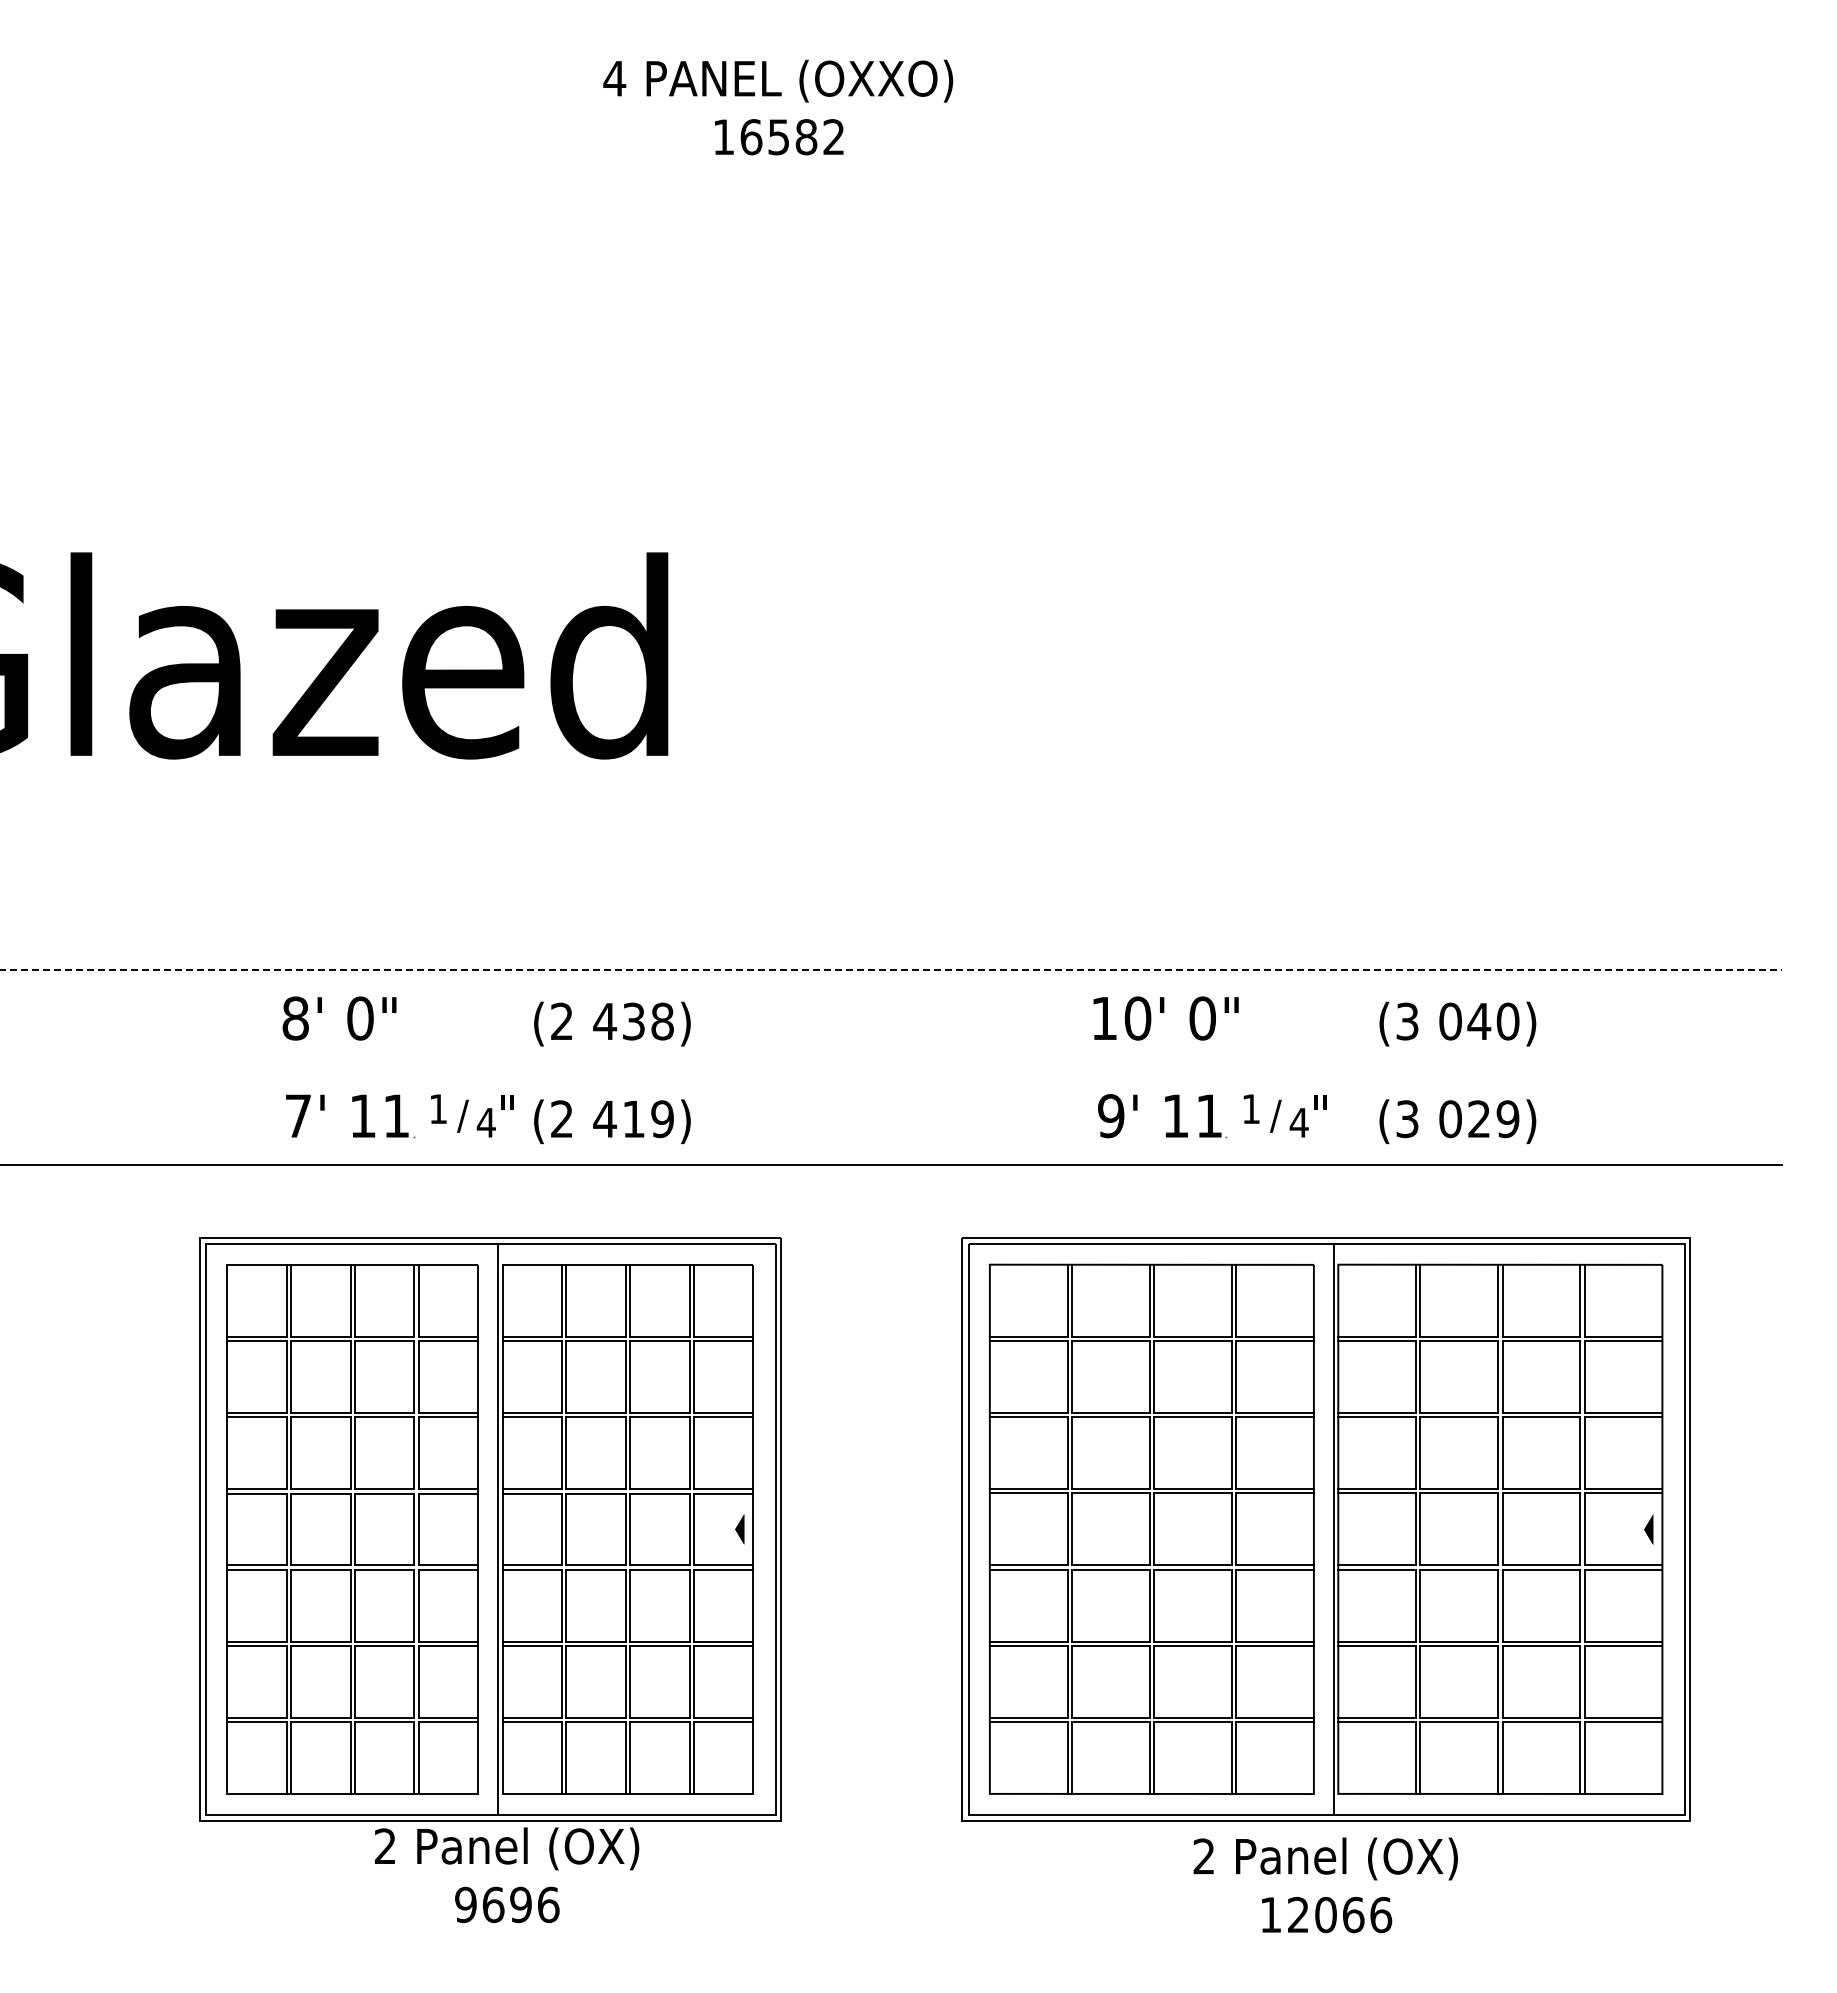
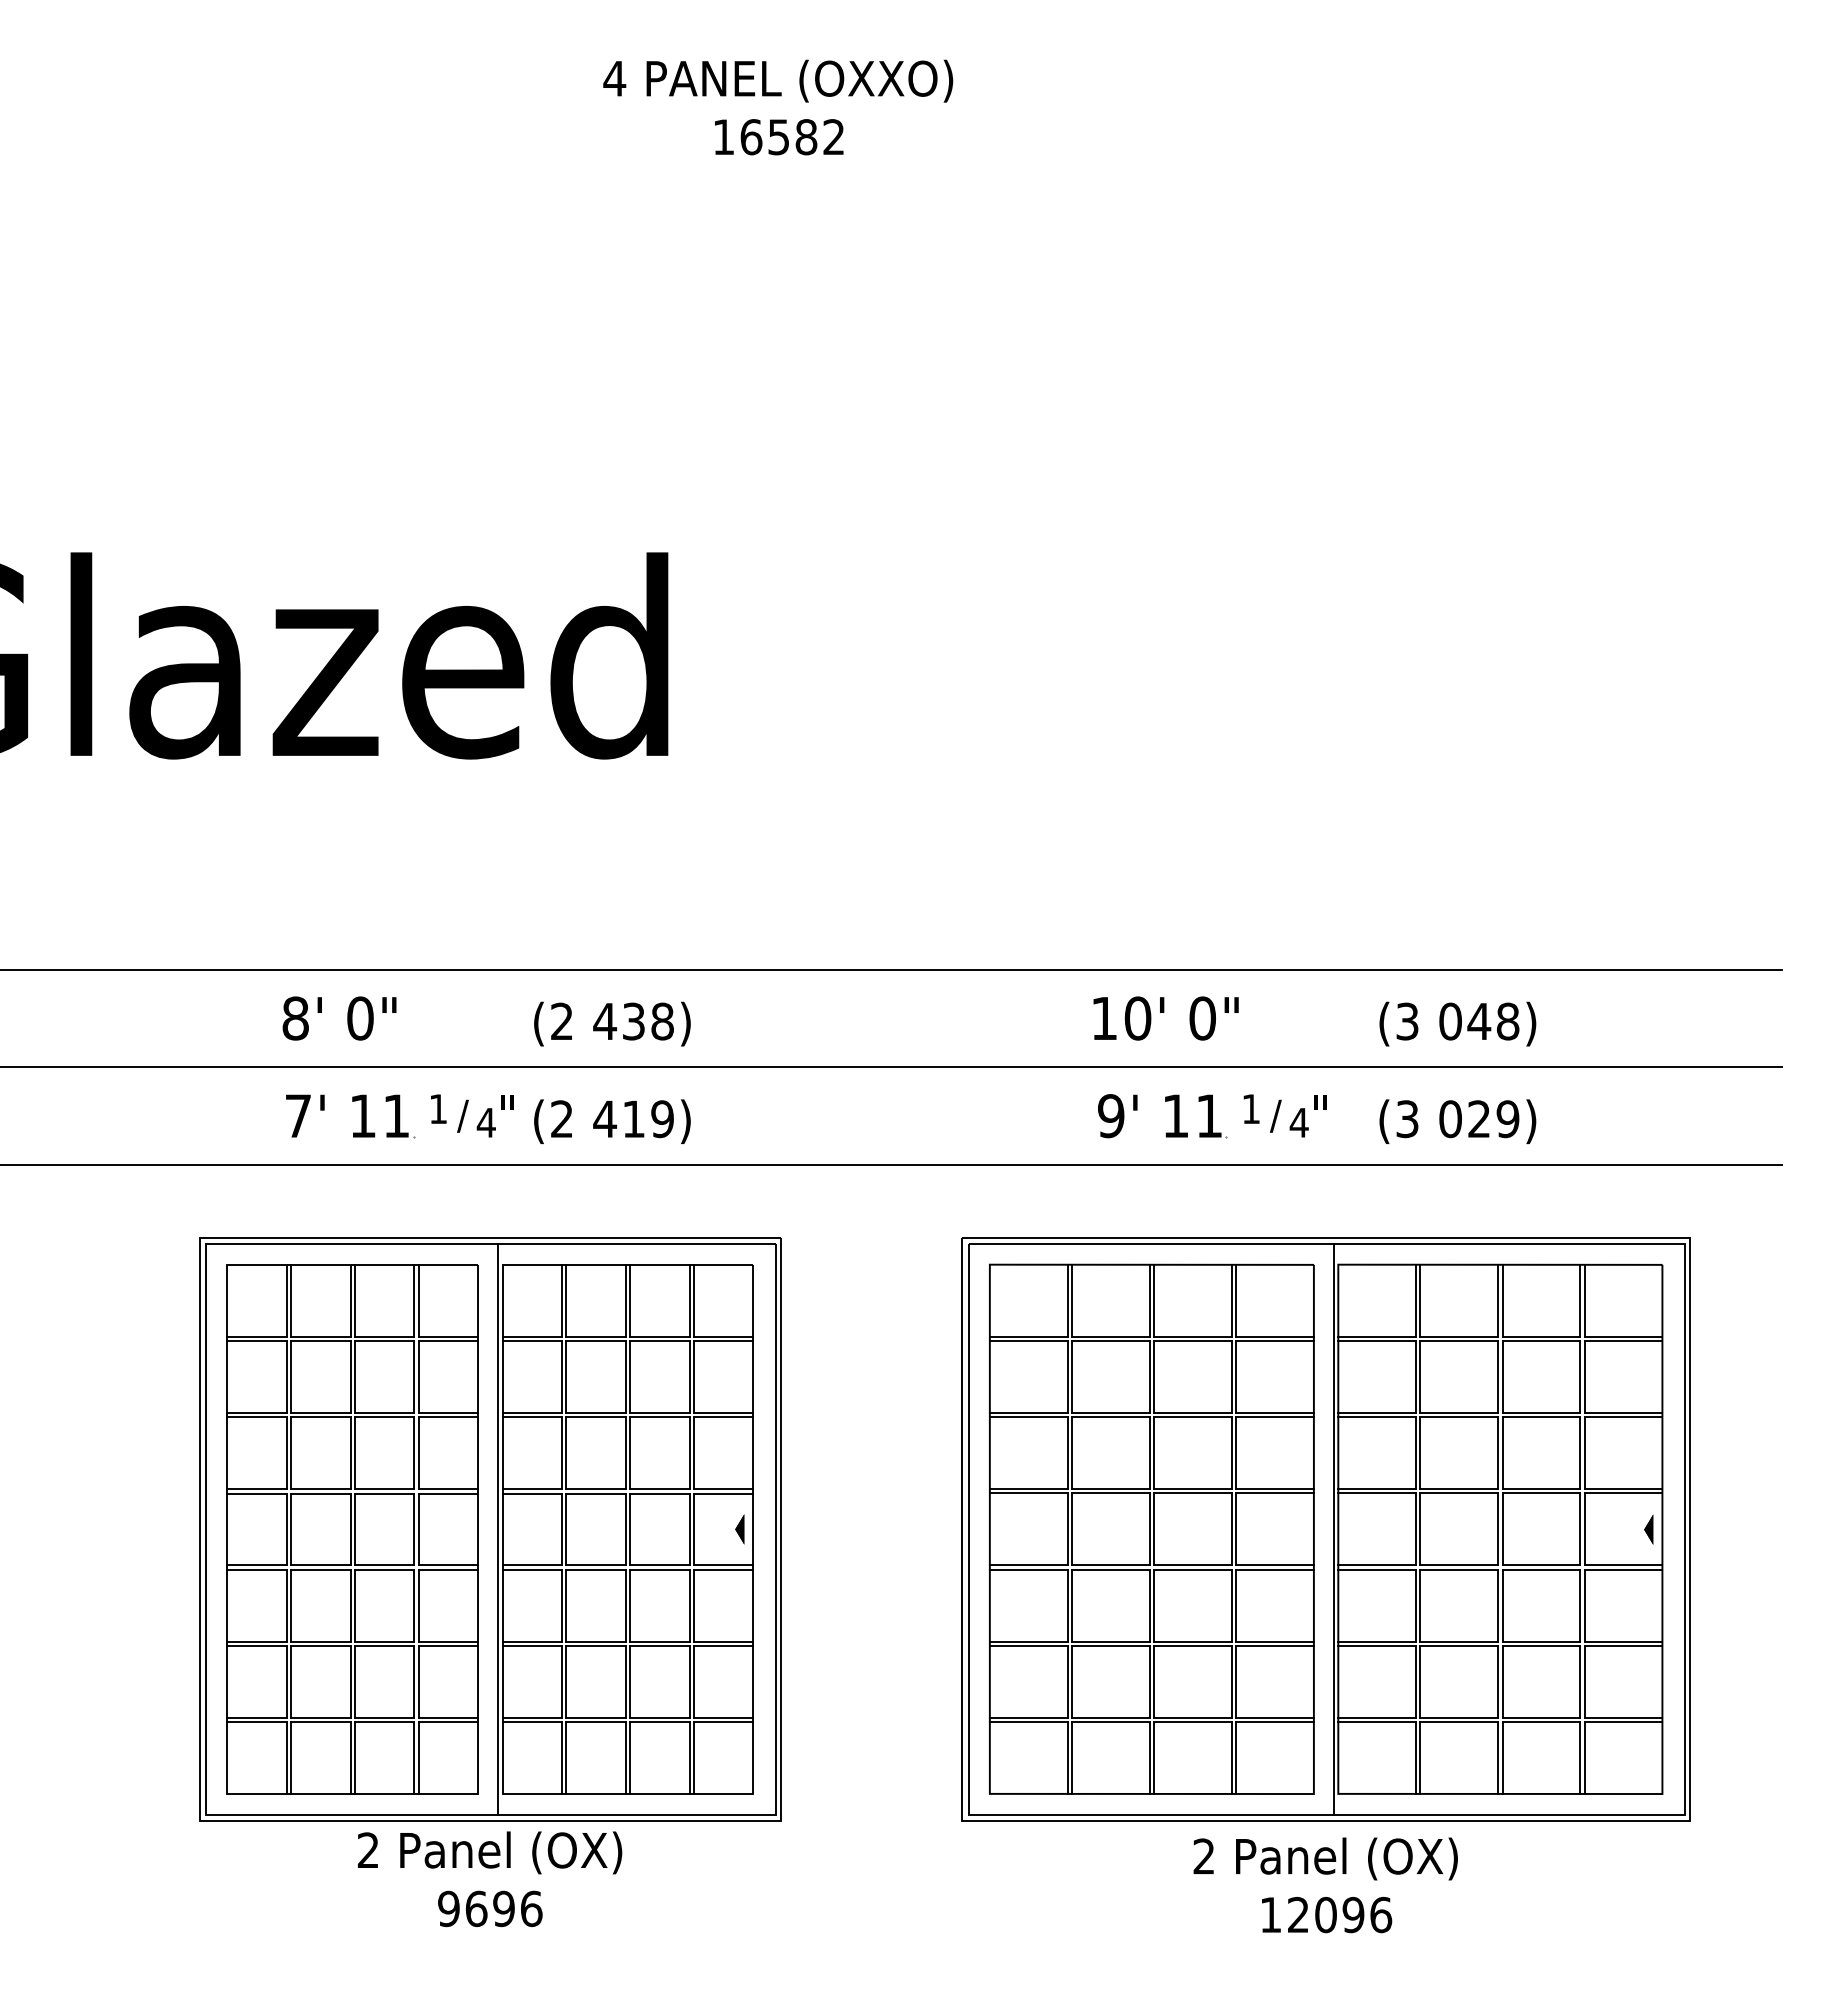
line at (891, 969): dashed -> solid
text at (1507, 1021): 040) -> 048)
line at (892, 1067): none -> present
text at (507, 1875) position: (507, 1875) -> (490, 1879)
text at (1353, 1914): 12066 -> 12096
